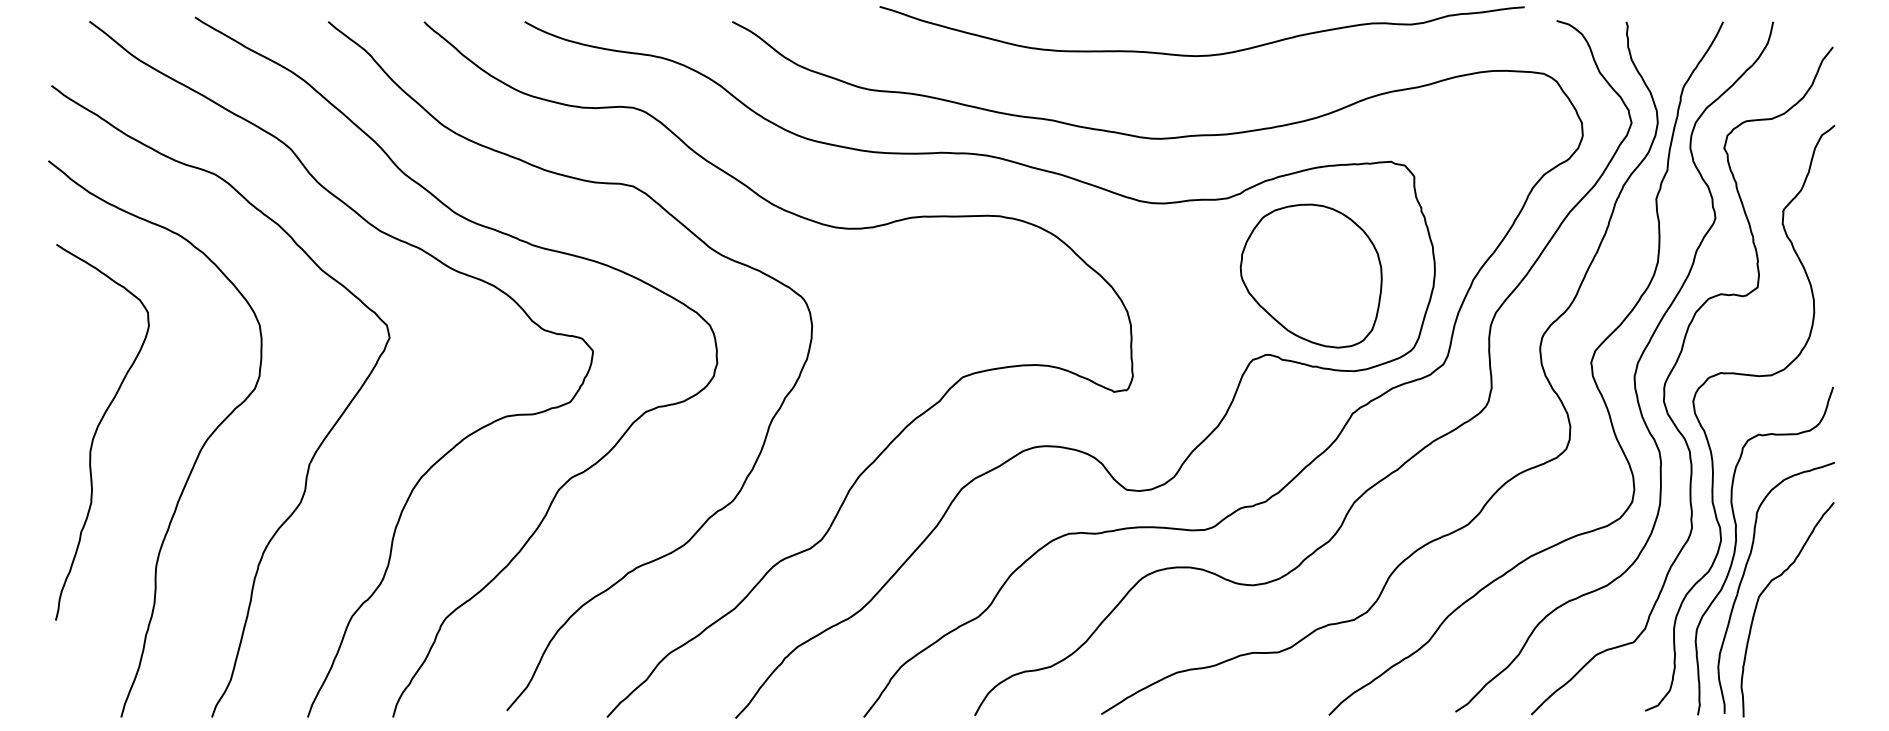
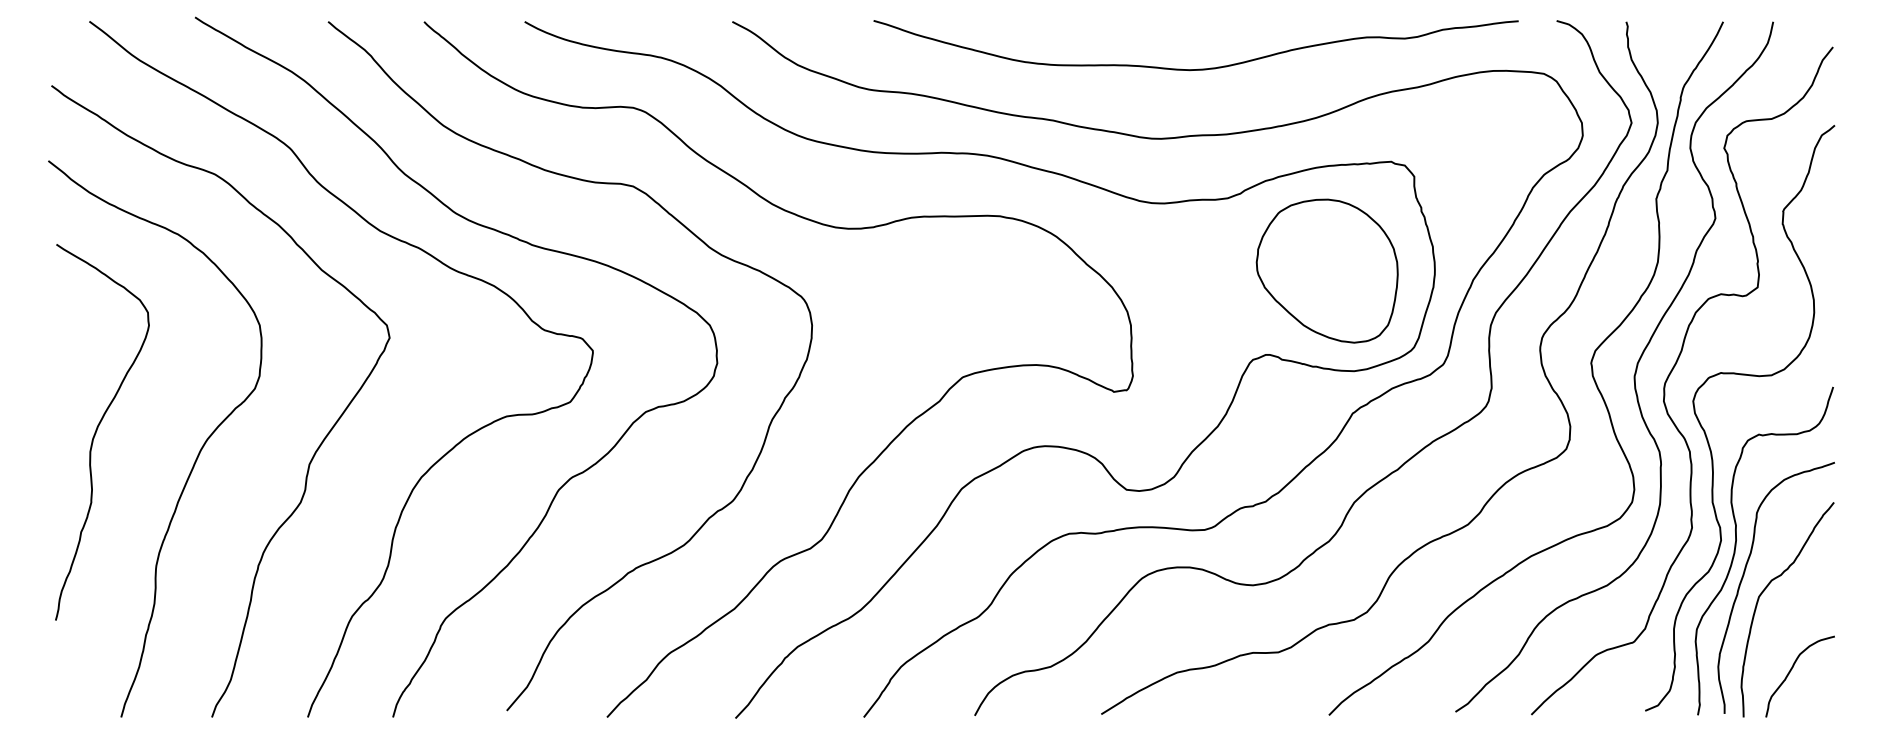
curve at (1204, 54) position: (1204, 54) -> (1198, 68)
part at (1310, 275) position: (1310, 275) -> (1326, 270)
curve at (1790, 672): none -> present
